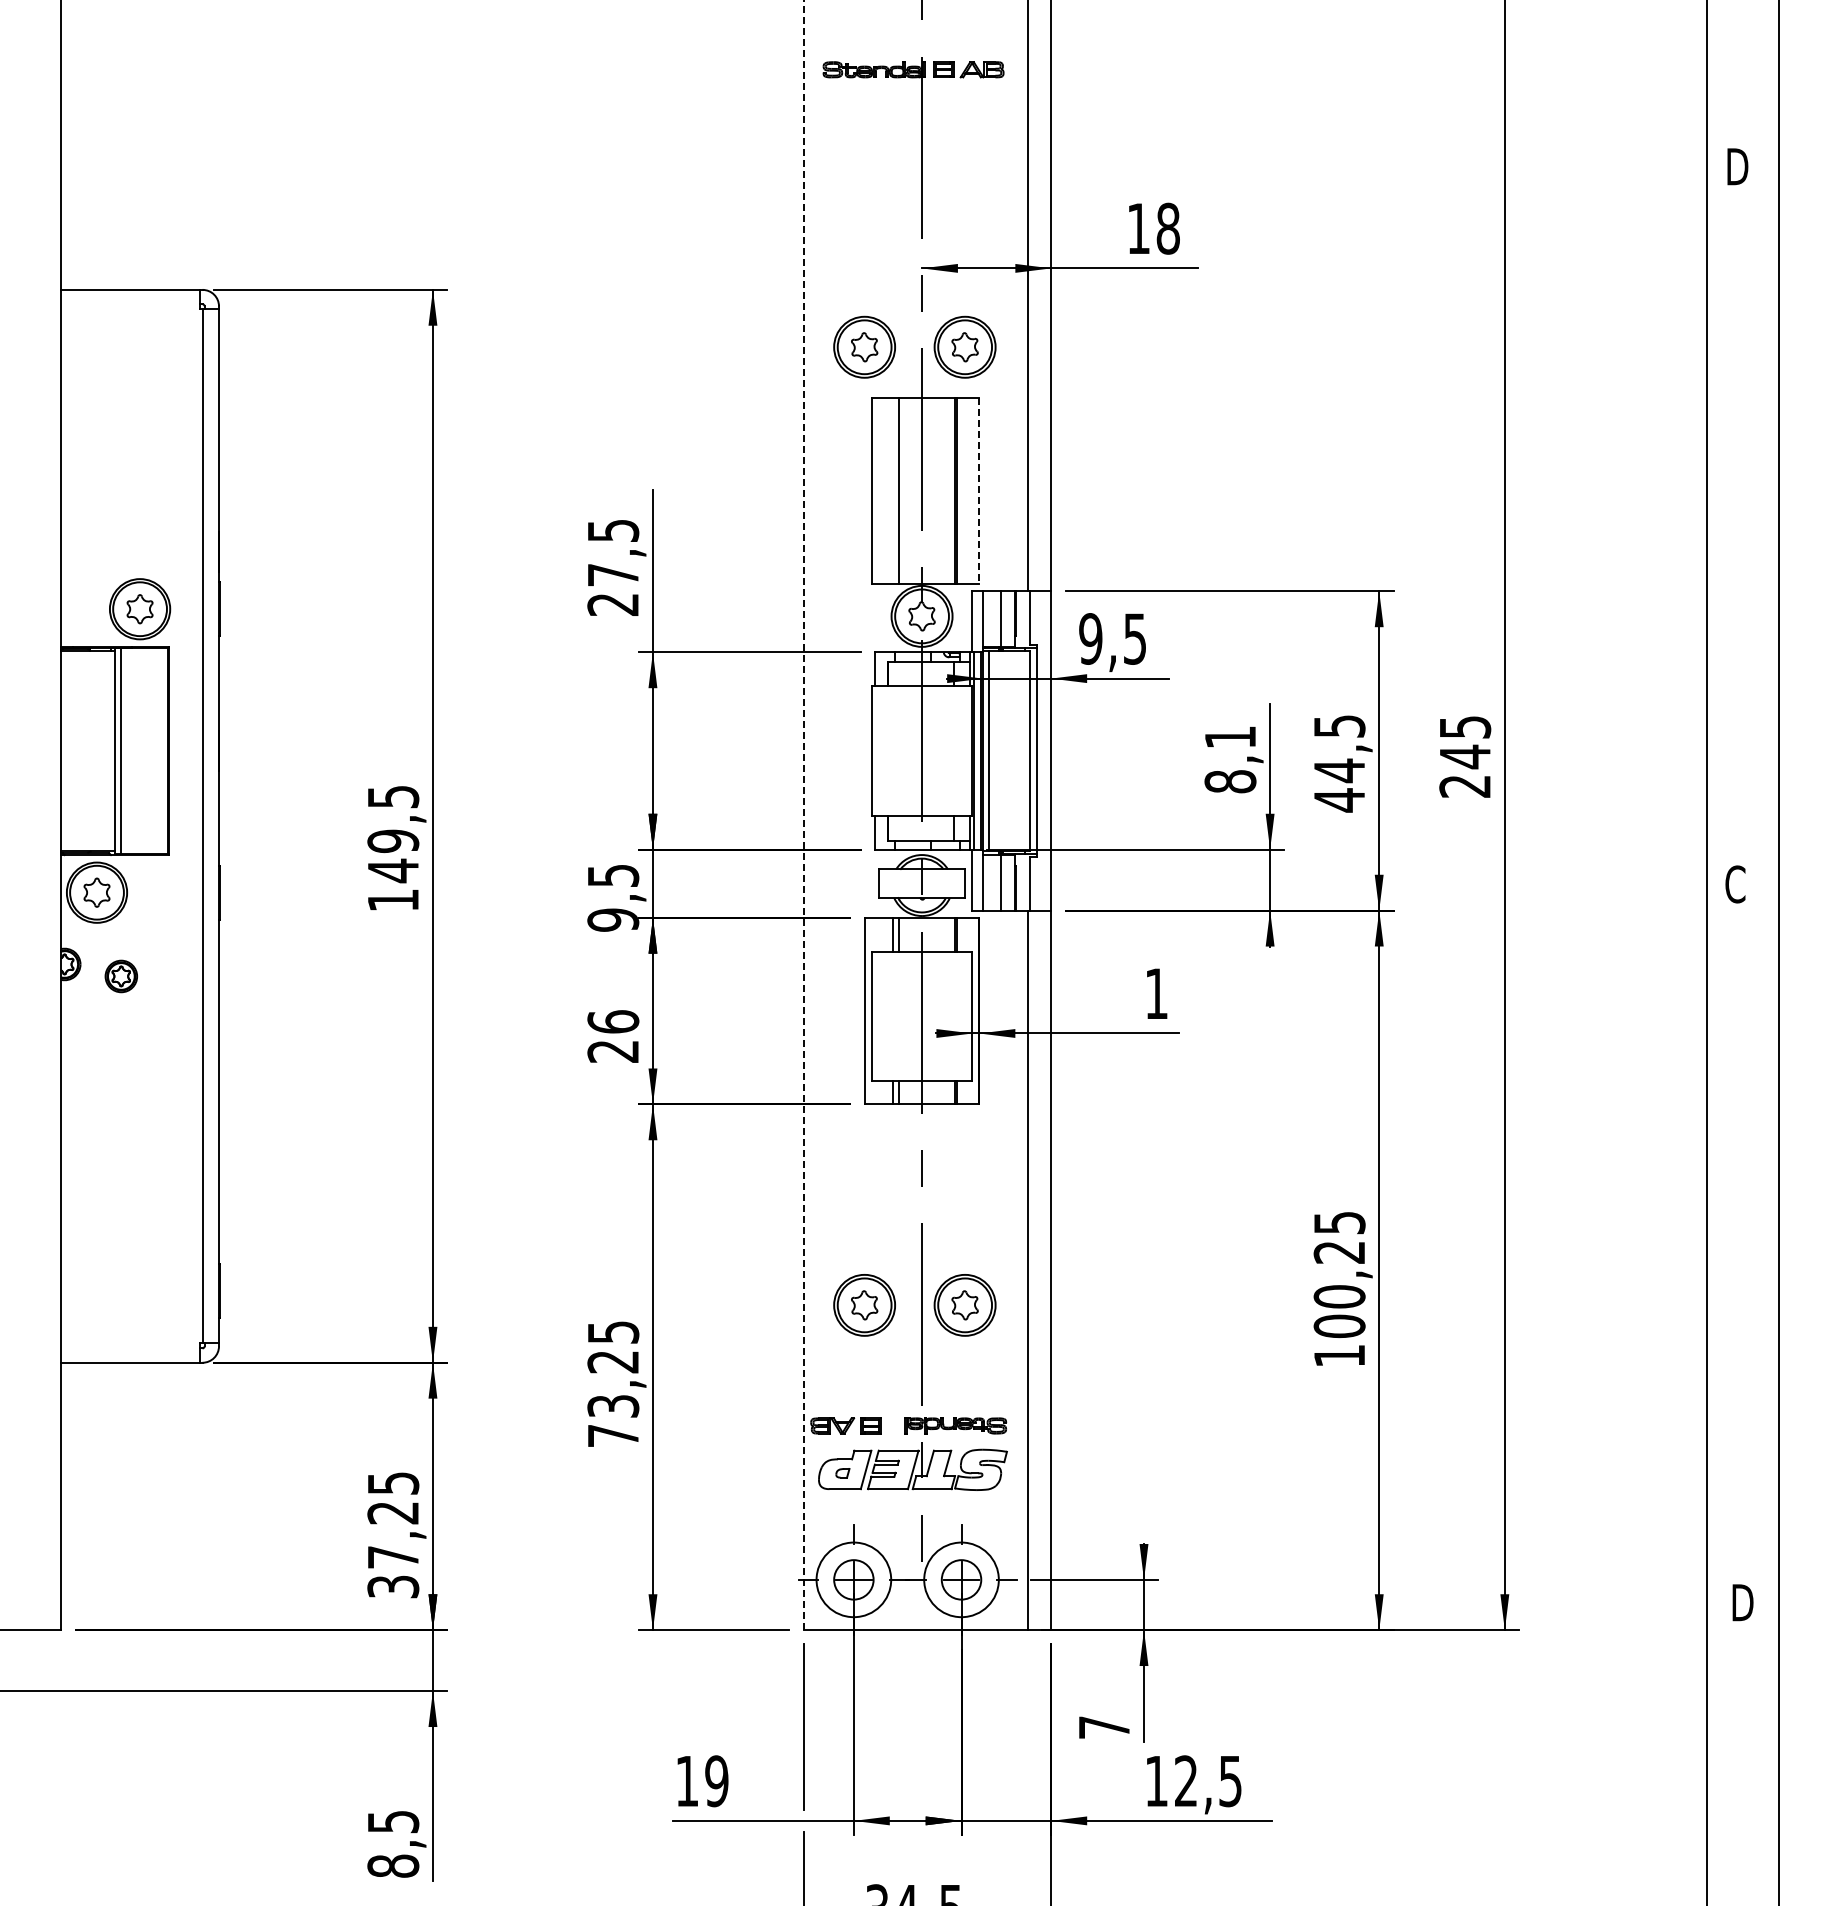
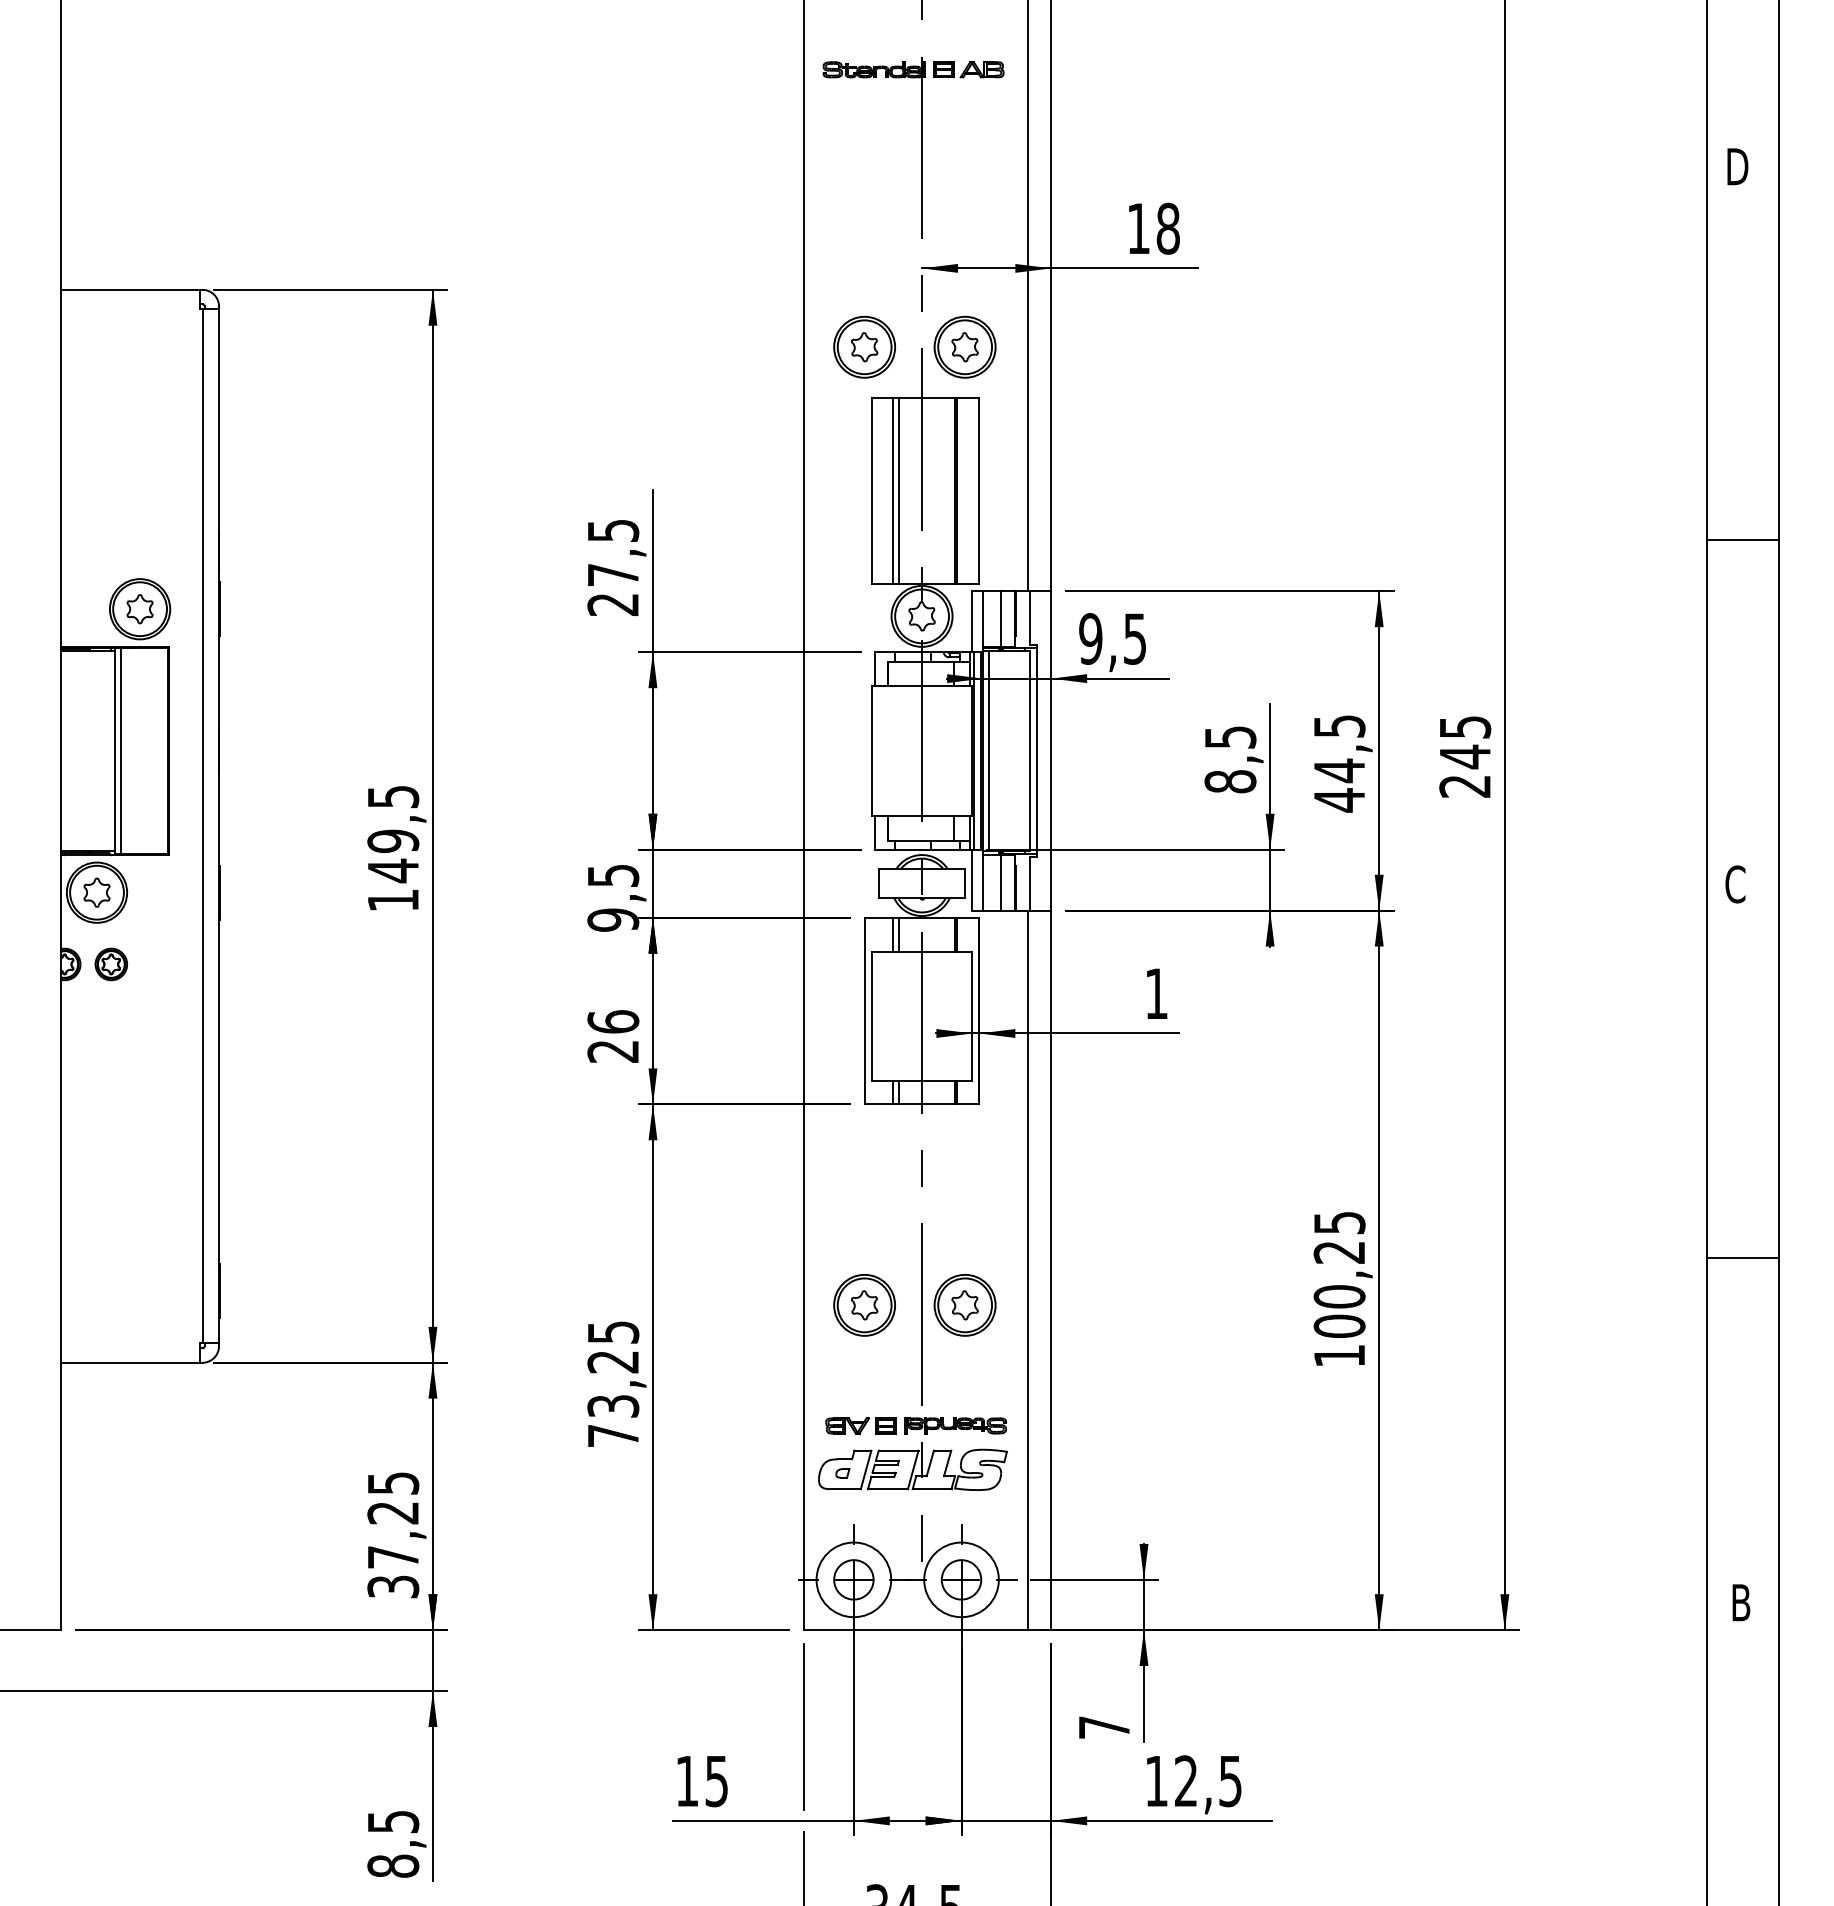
line at (892, 490): none -> present
line at (979, 491): dashed -> solid
line at (1742, 540): none -> present
text at (1230, 737): 8,1 -> 8,5
line at (803, 815): dashed -> solid
part at (120, 976) position: (120, 976) -> (110, 964)
line at (1742, 1257): none -> present
part at (845, 1425) position: (845, 1425) -> (860, 1425)
text at (1744, 1602): D -> B
text at (716, 1781): 19 -> 15
